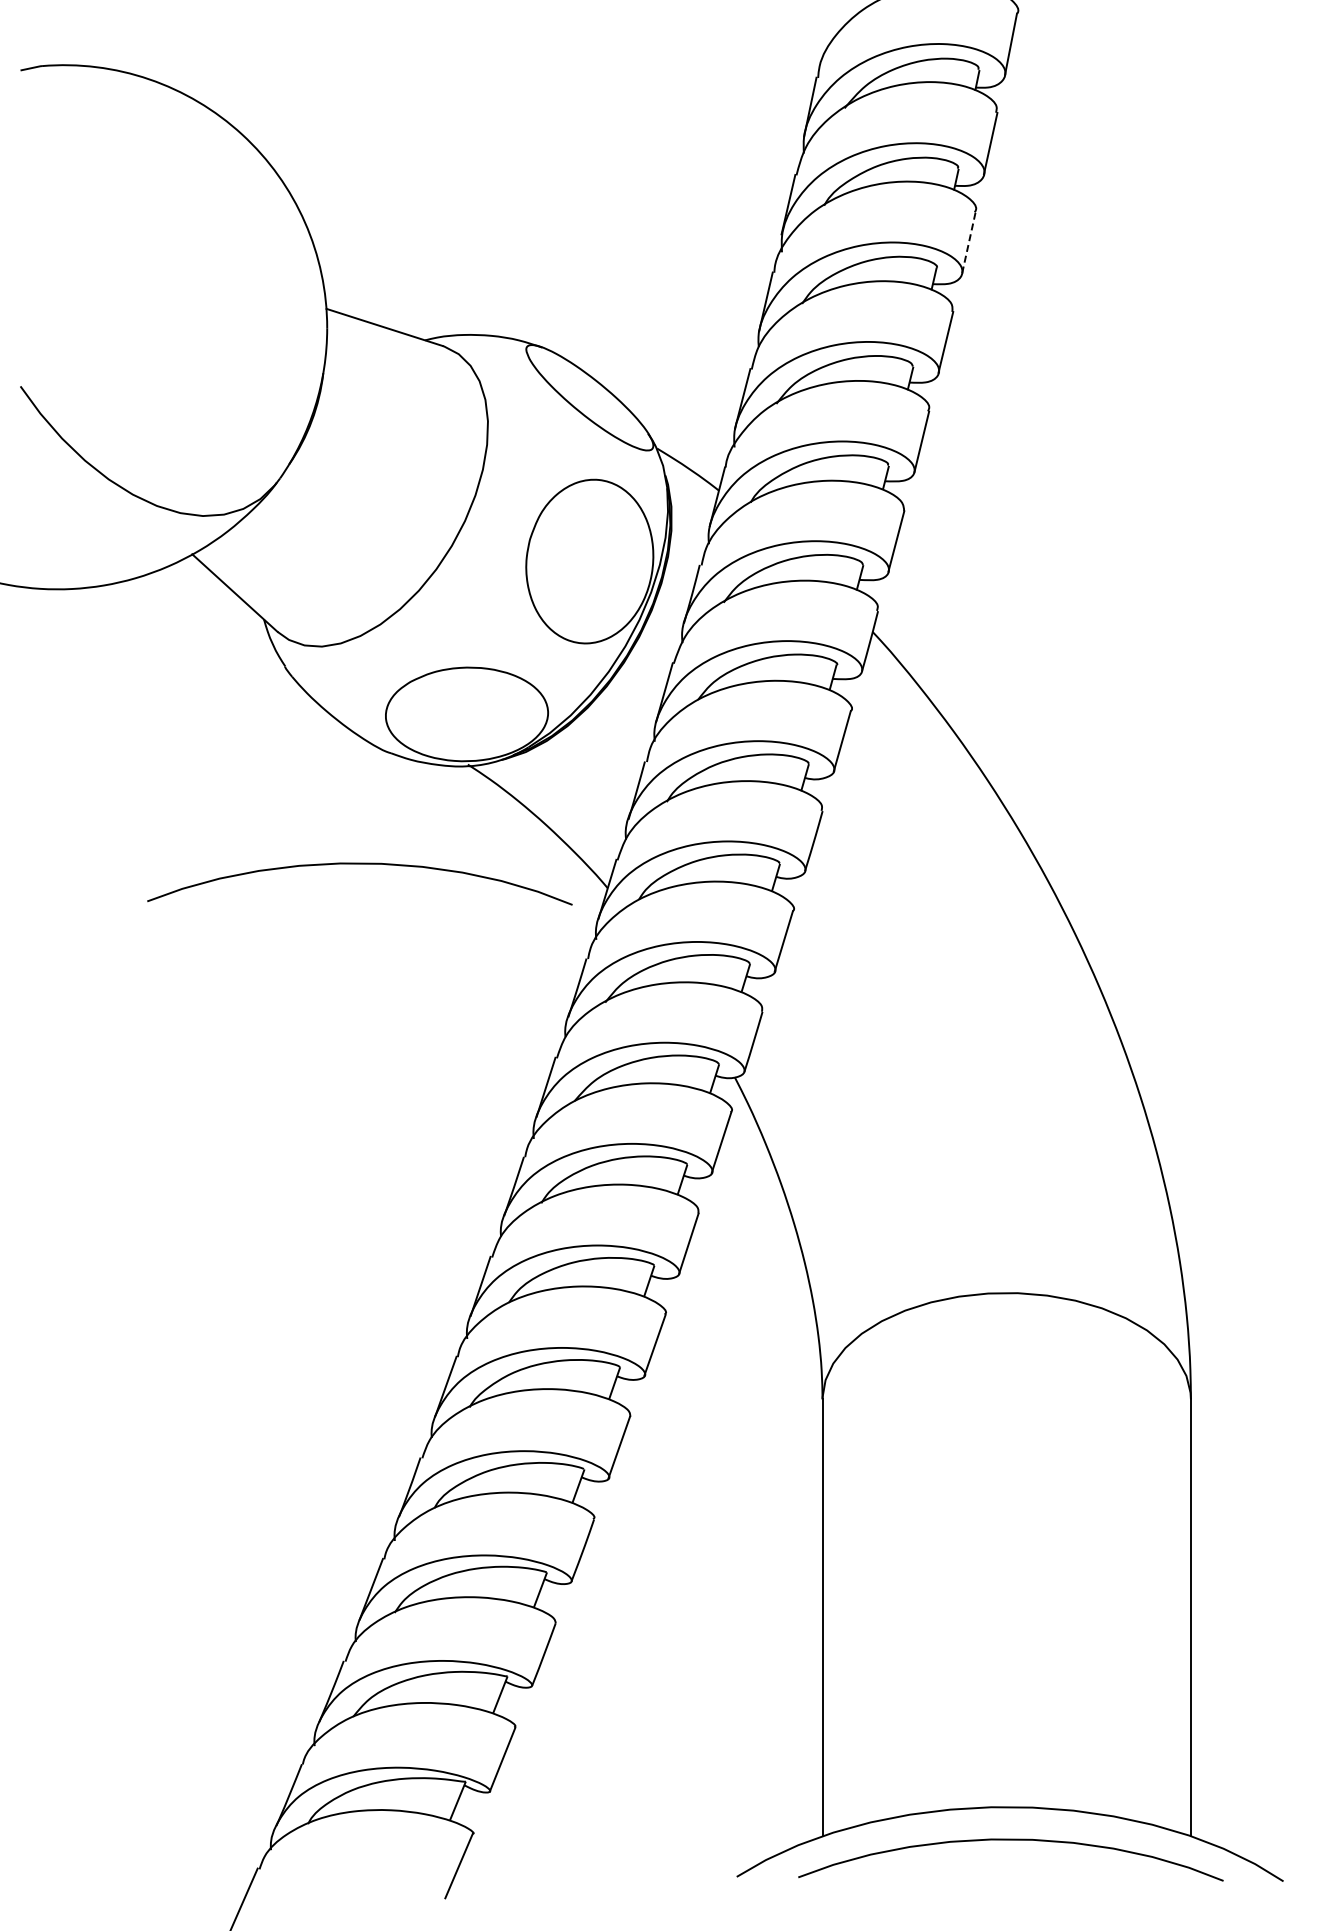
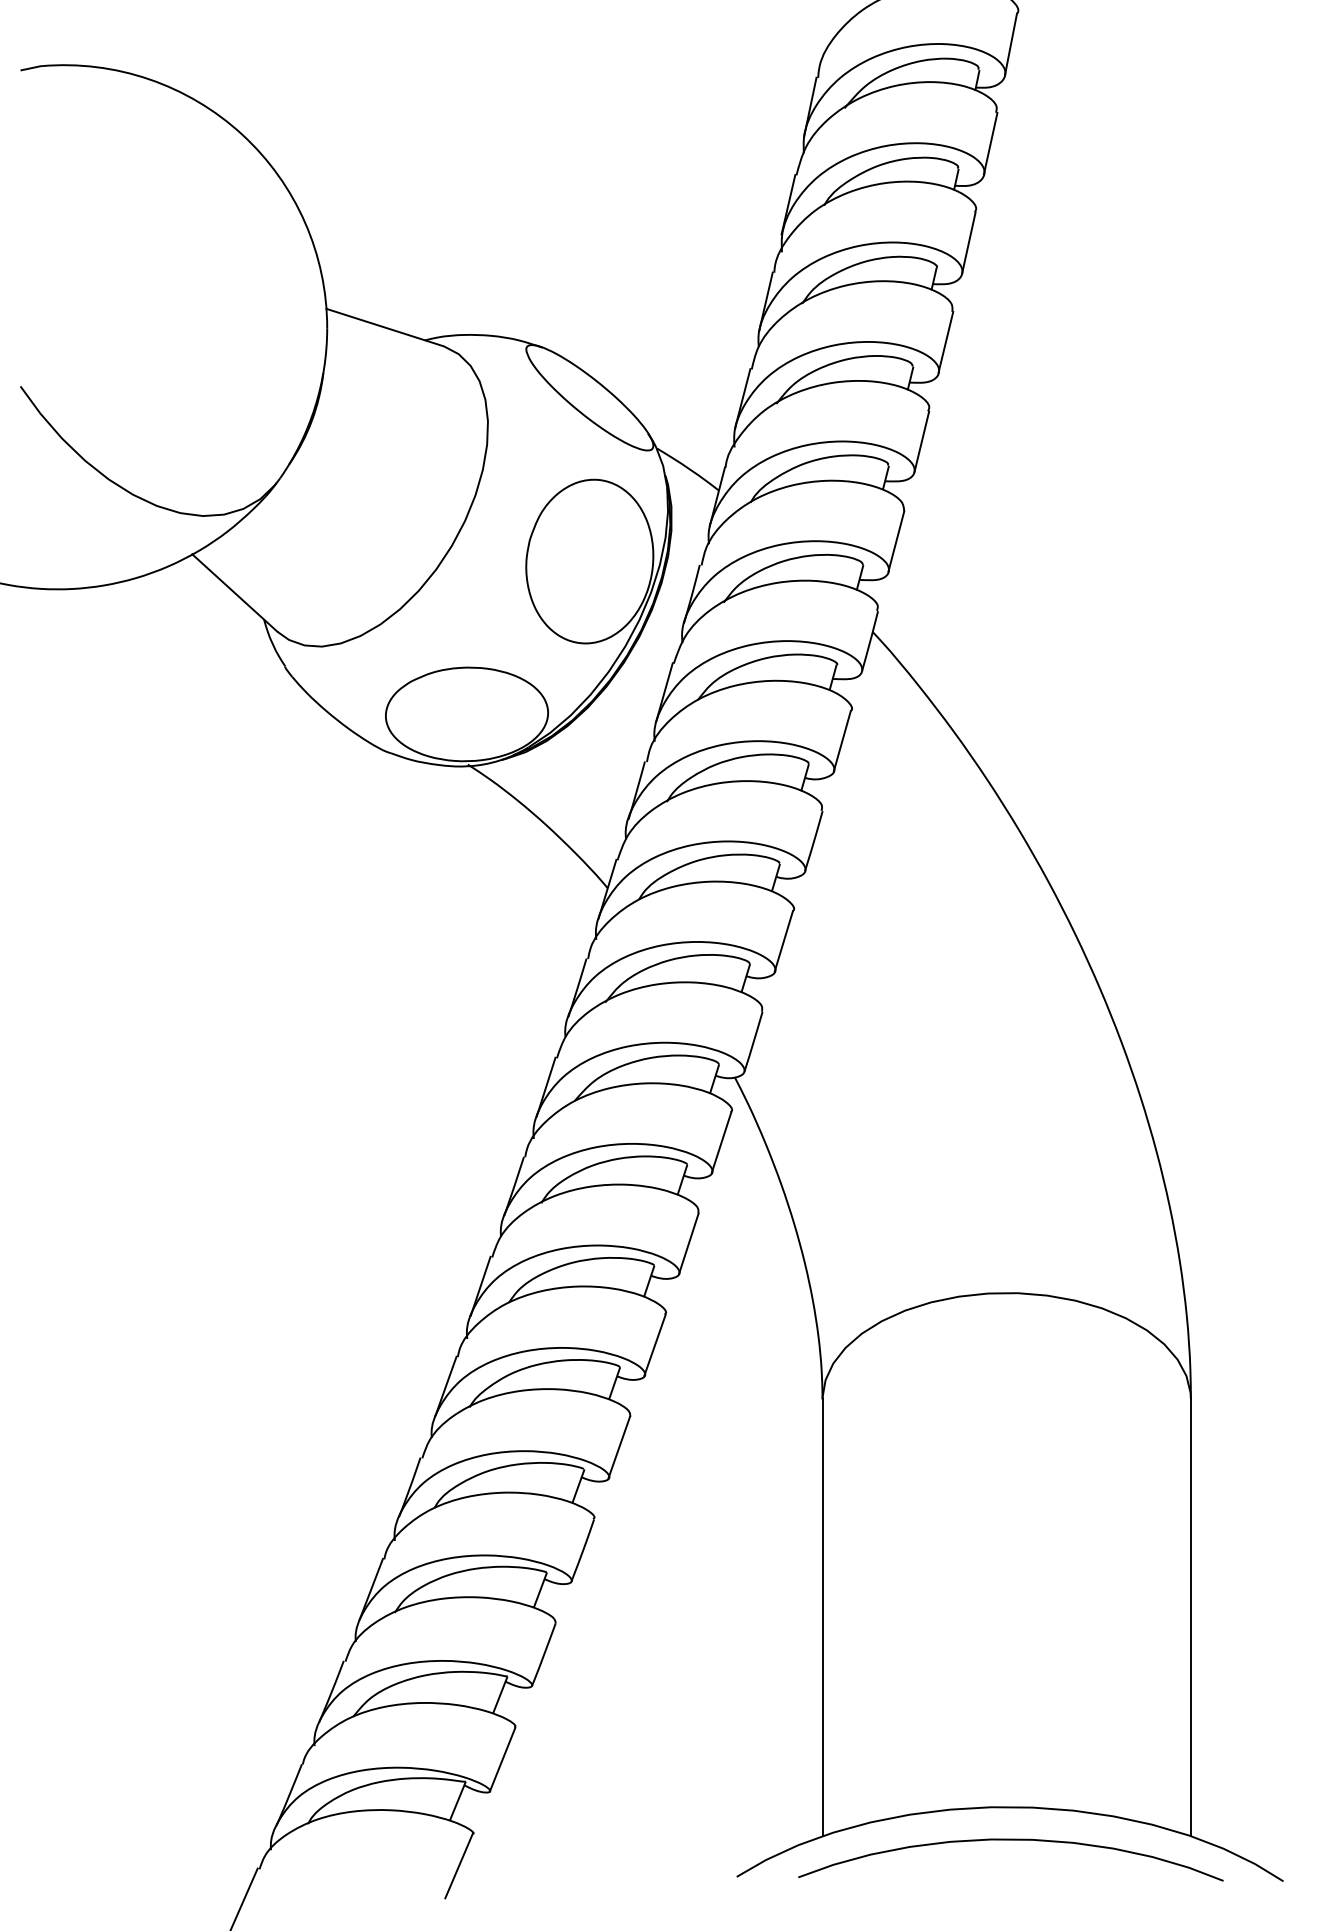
line at (968, 242): dashed -> solid
curve at (359, 864): present -> none
